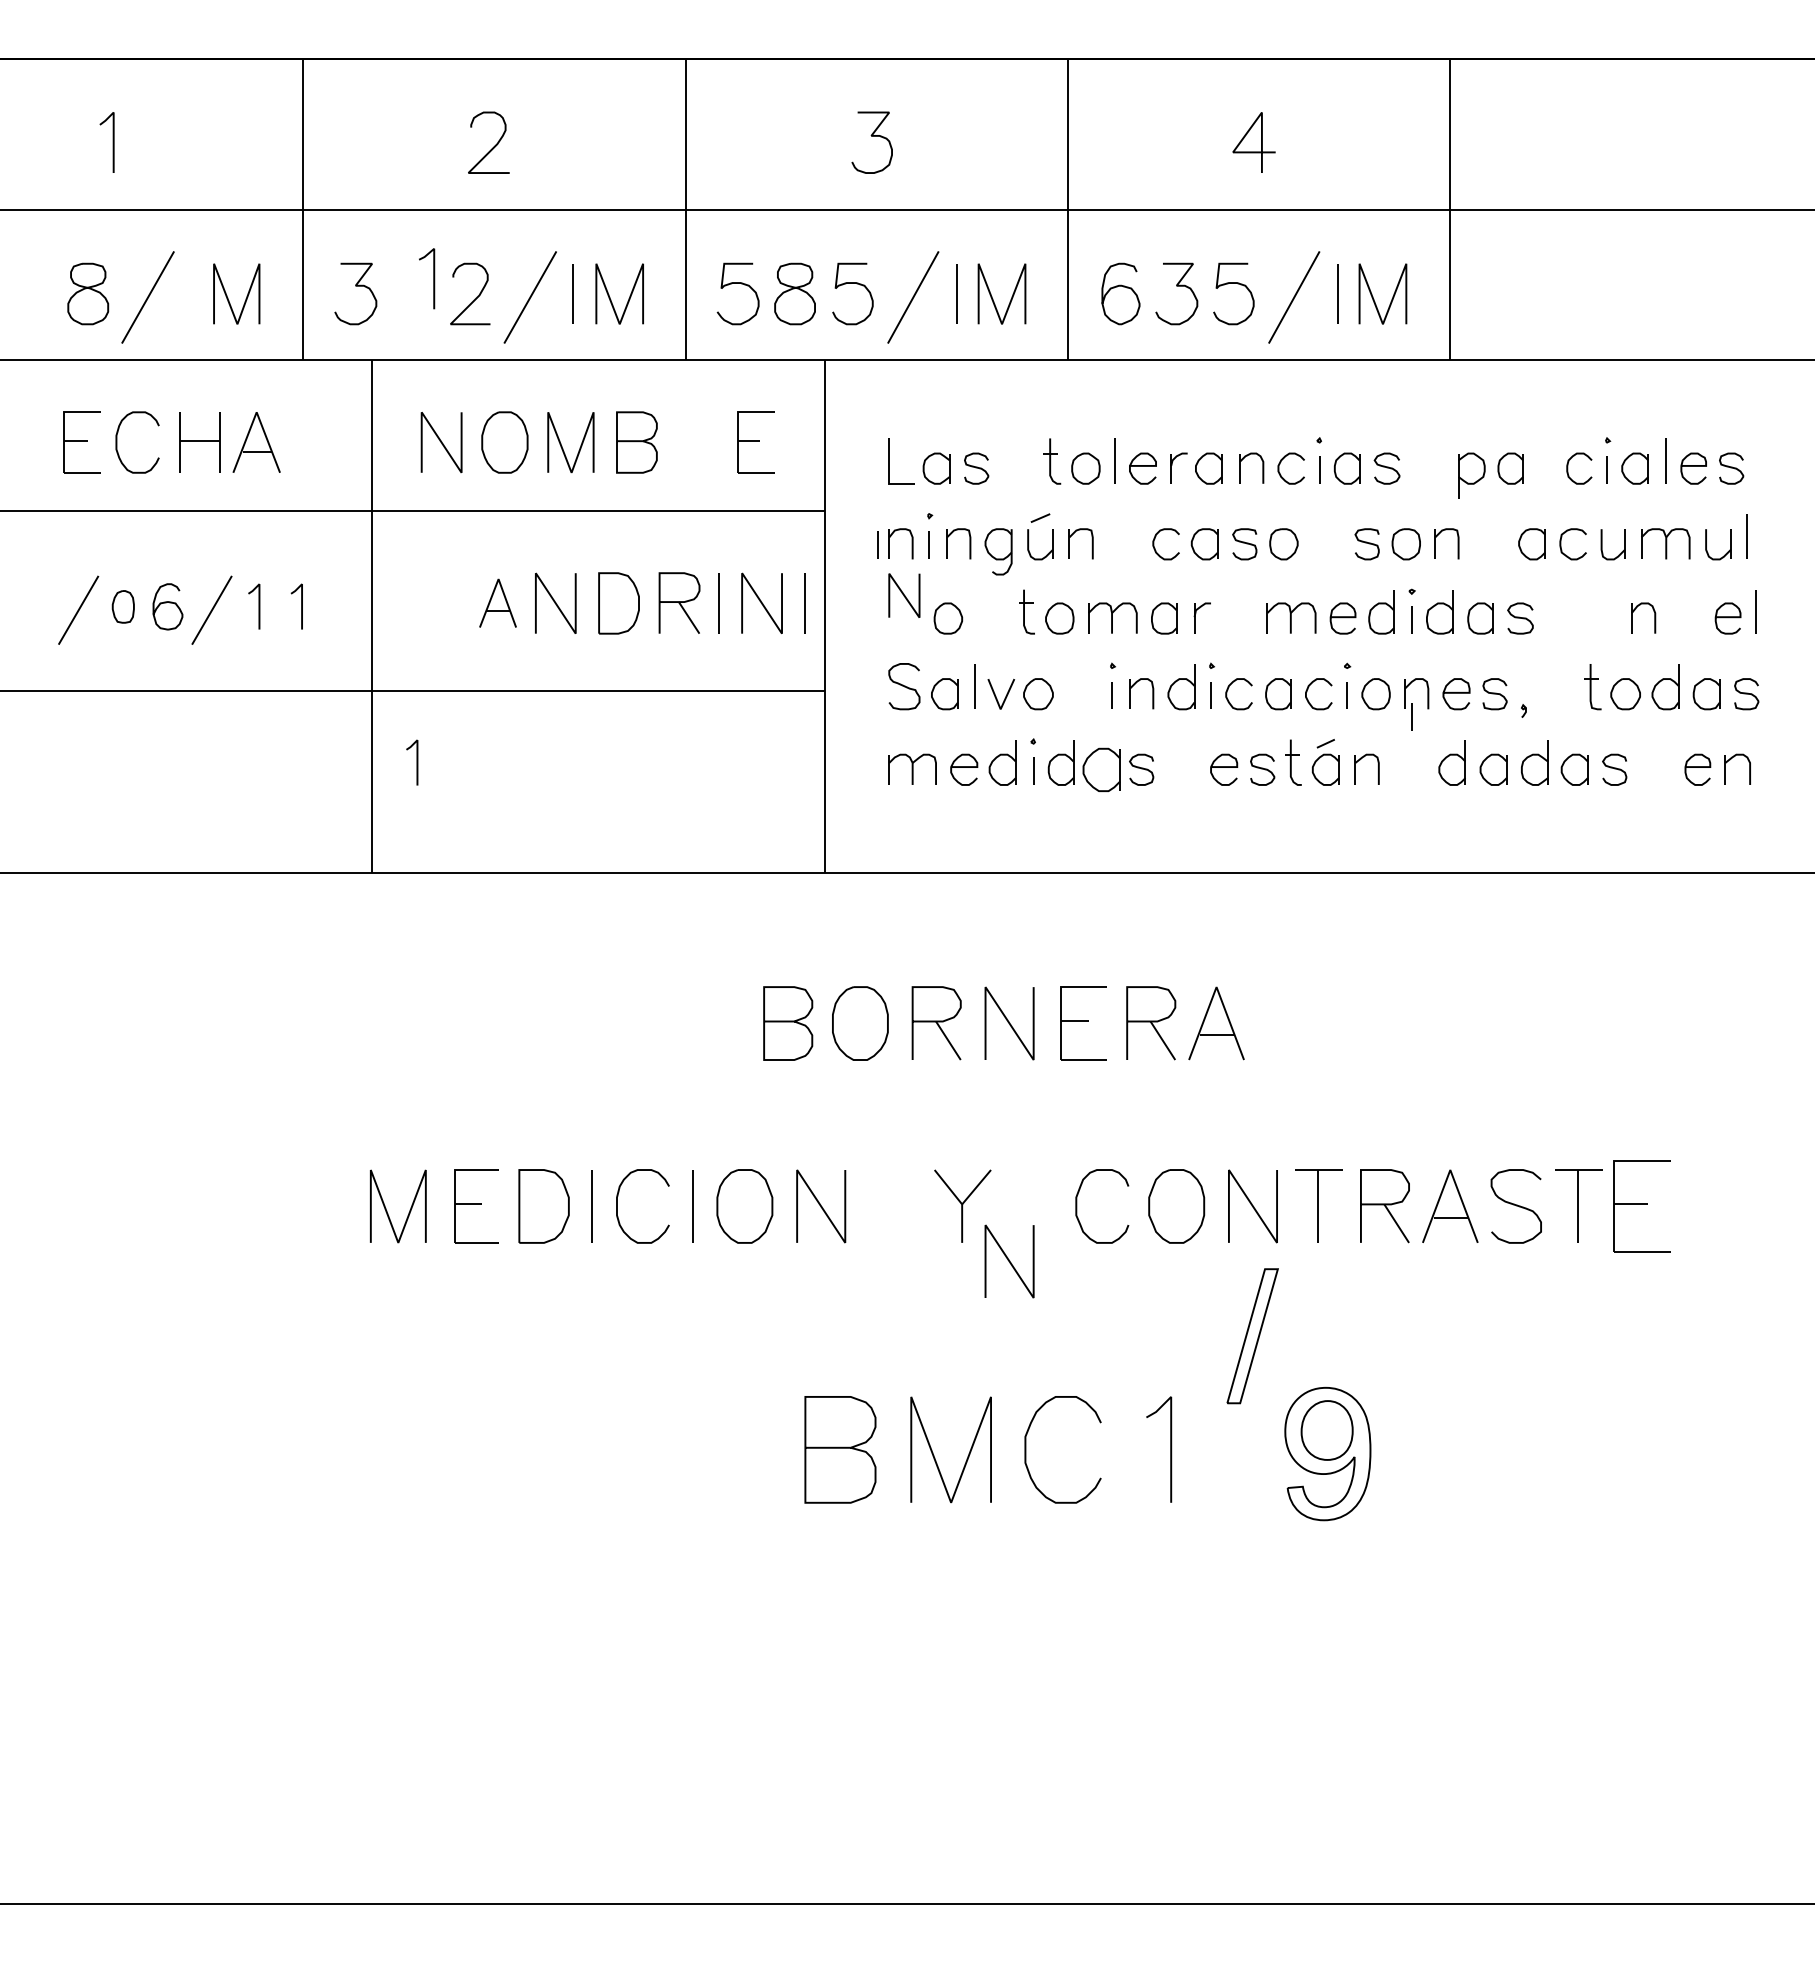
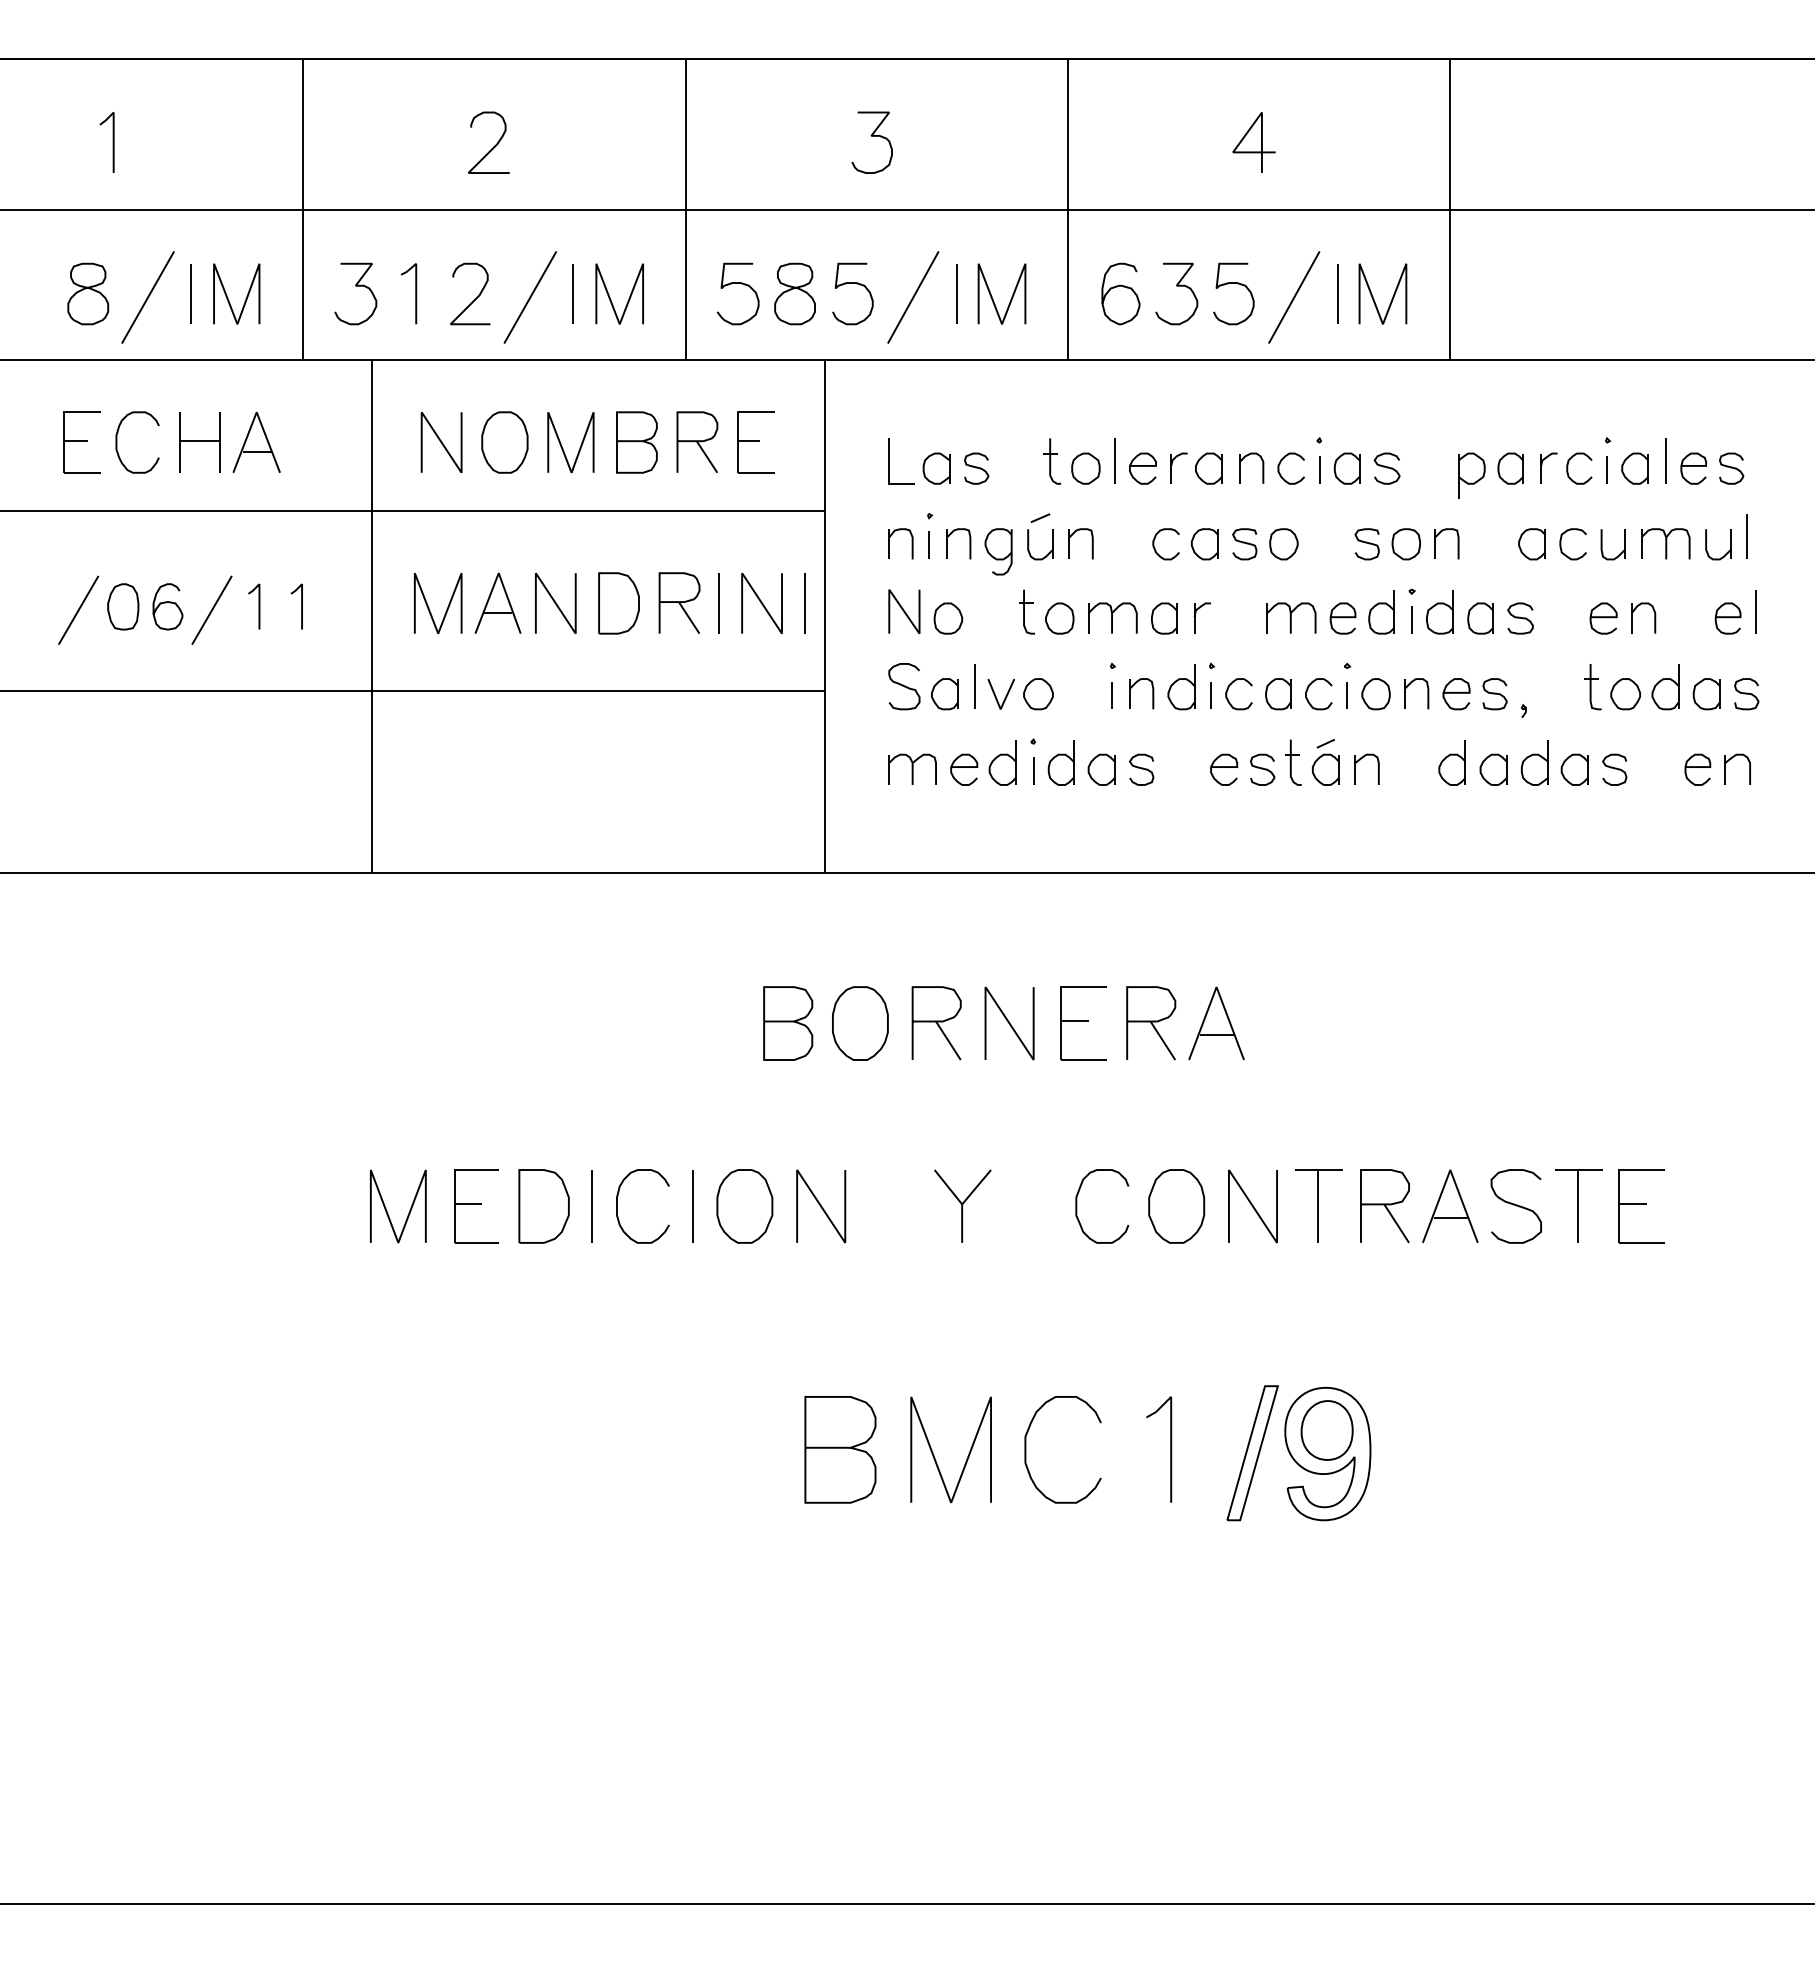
curve at (433, 278) position: (433, 278) -> (415, 293)
line at (190, 293): none -> present
part at (697, 441): none -> present
part at (1542, 465): none -> present
line at (877, 544): present -> none
curve at (904, 595) position: (904, 595) -> (904, 611)
part at (497, 602) size: 38x50 px -> 48x62 px
part at (122, 606) size: 24x34 px -> 33x48 px
curve at (447, 606): none -> present
curve at (1603, 618): none -> present
line at (1411, 716): present -> none
curve at (416, 762): present -> none
part at (1101, 769) size: 39x45 px -> 29x33 px
part at (1641, 1206) size: 58x93 px -> 47x75 px
curve at (1009, 1261): present -> none
part at (1252, 1336) position: (1252, 1336) -> (1252, 1453)
